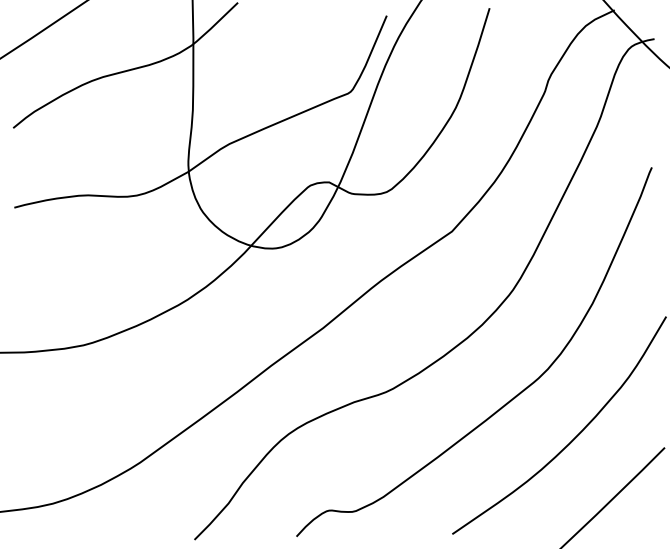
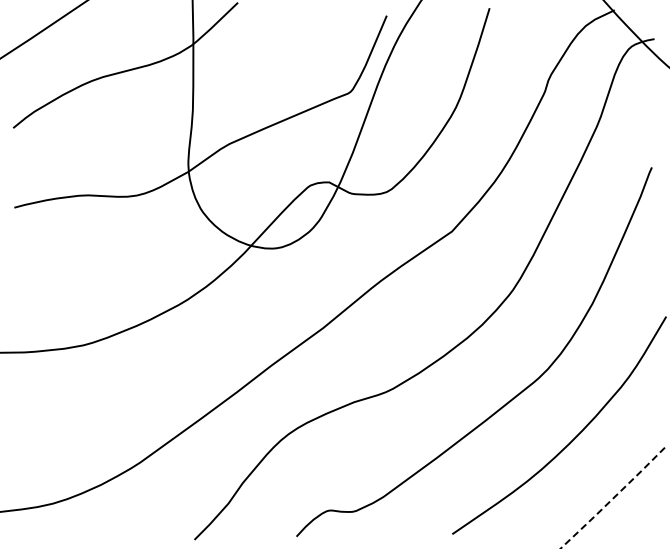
line at (613, 498): solid -> dashed
